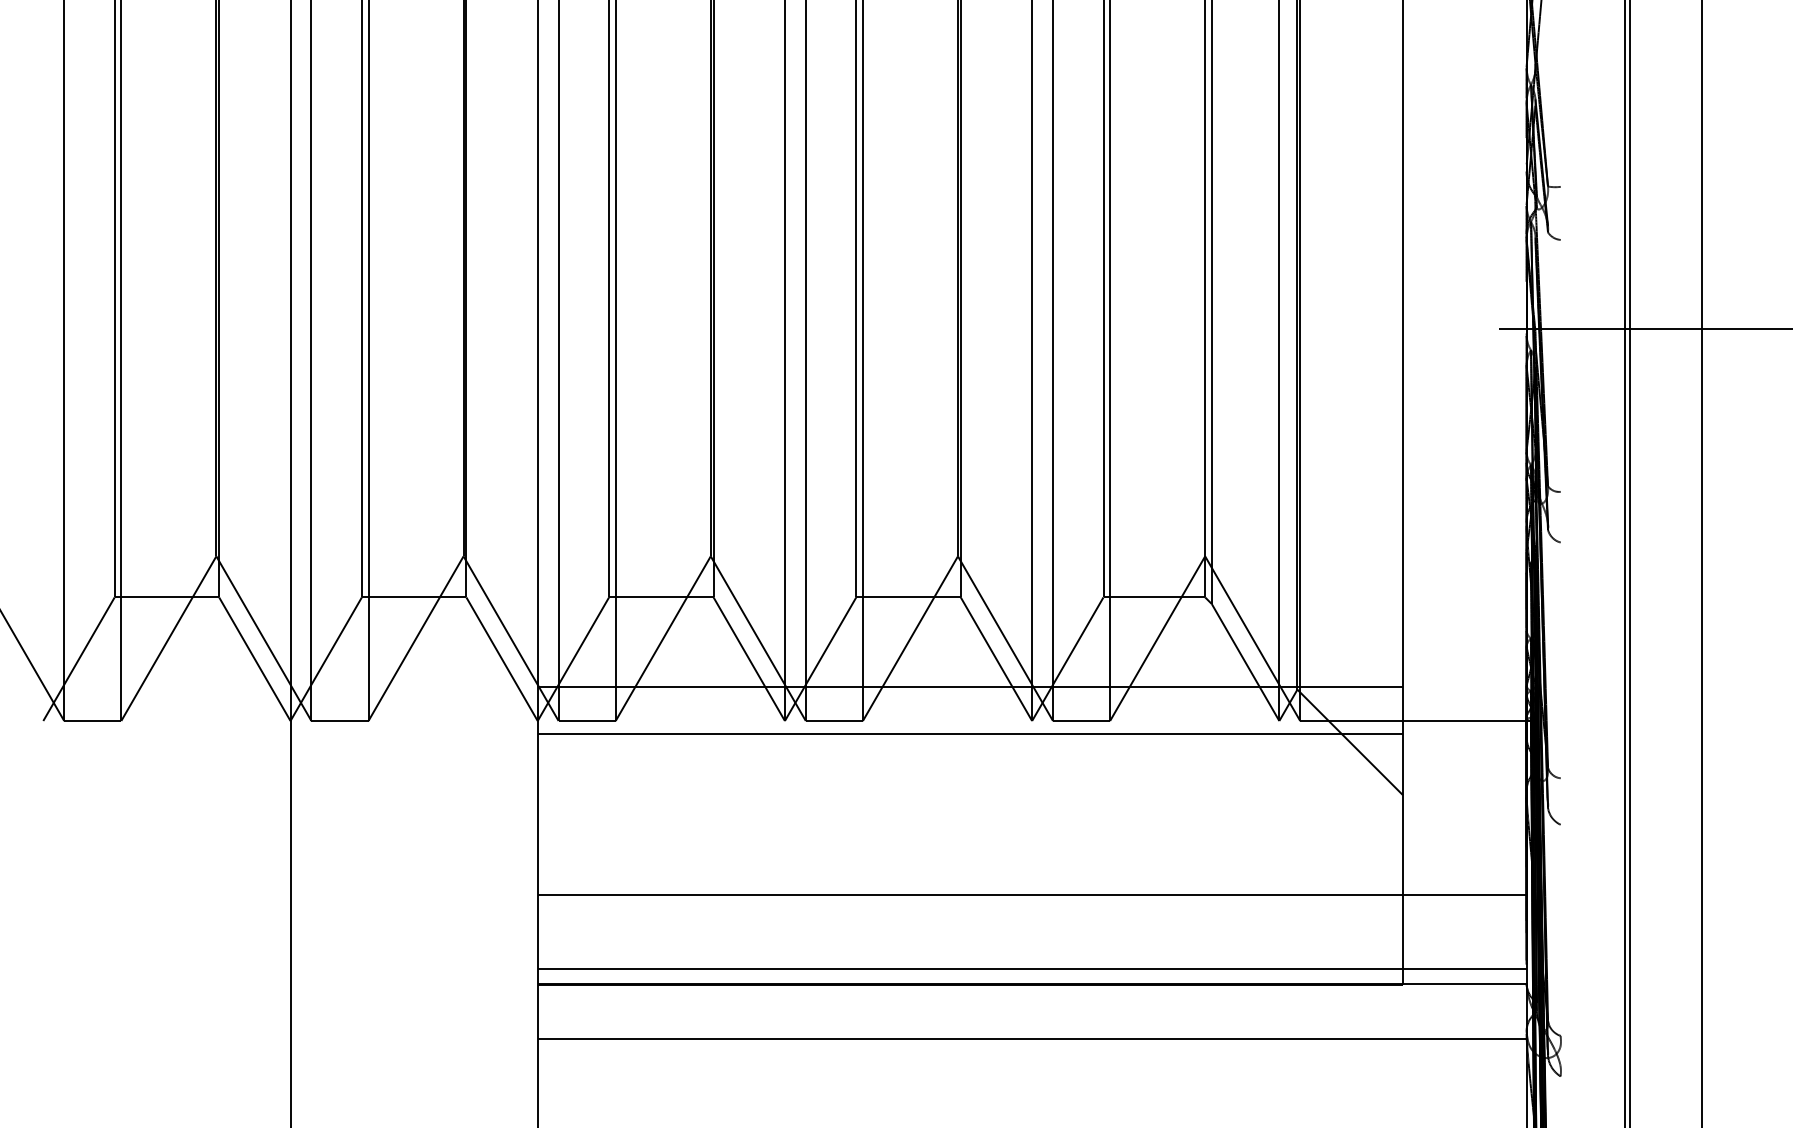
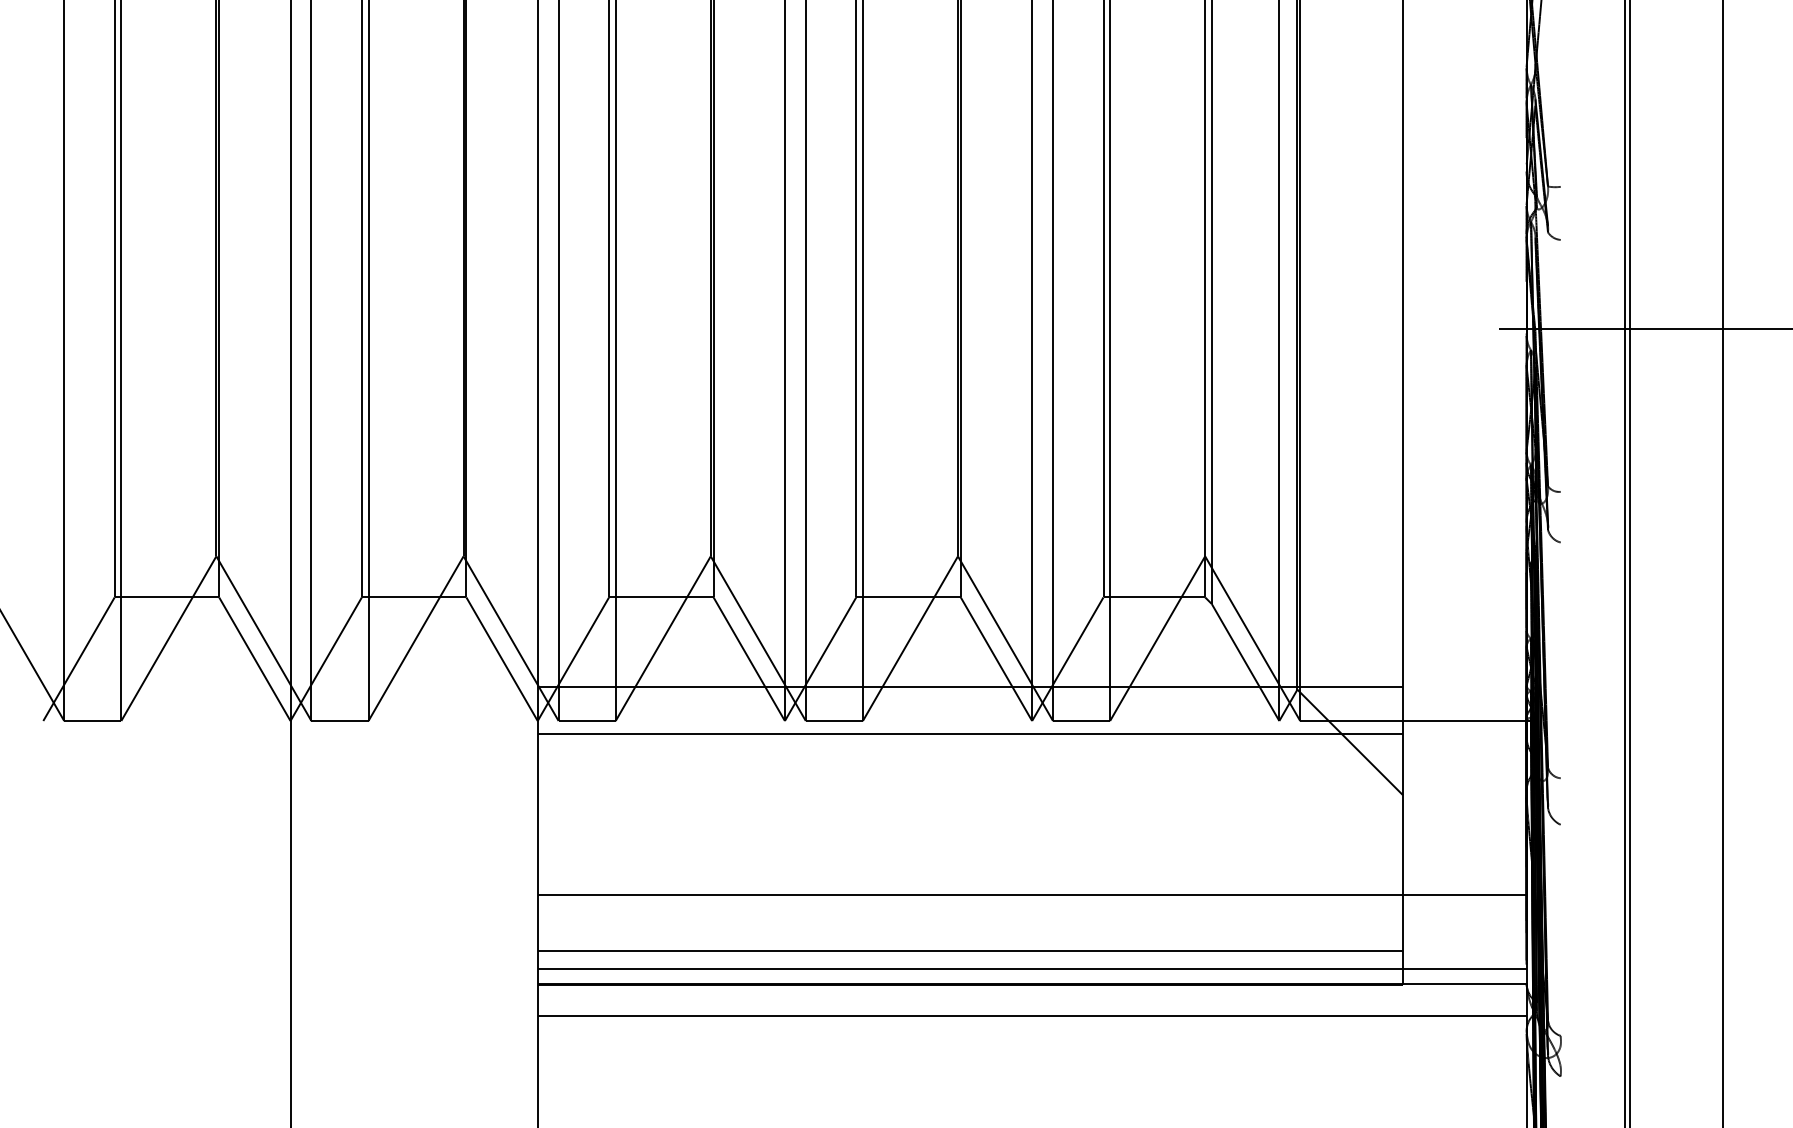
line at (1702, 563) position: (1702, 563) -> (1723, 563)
line at (969, 950): none -> present
line at (1031, 1039) position: (1031, 1039) -> (1031, 1016)
